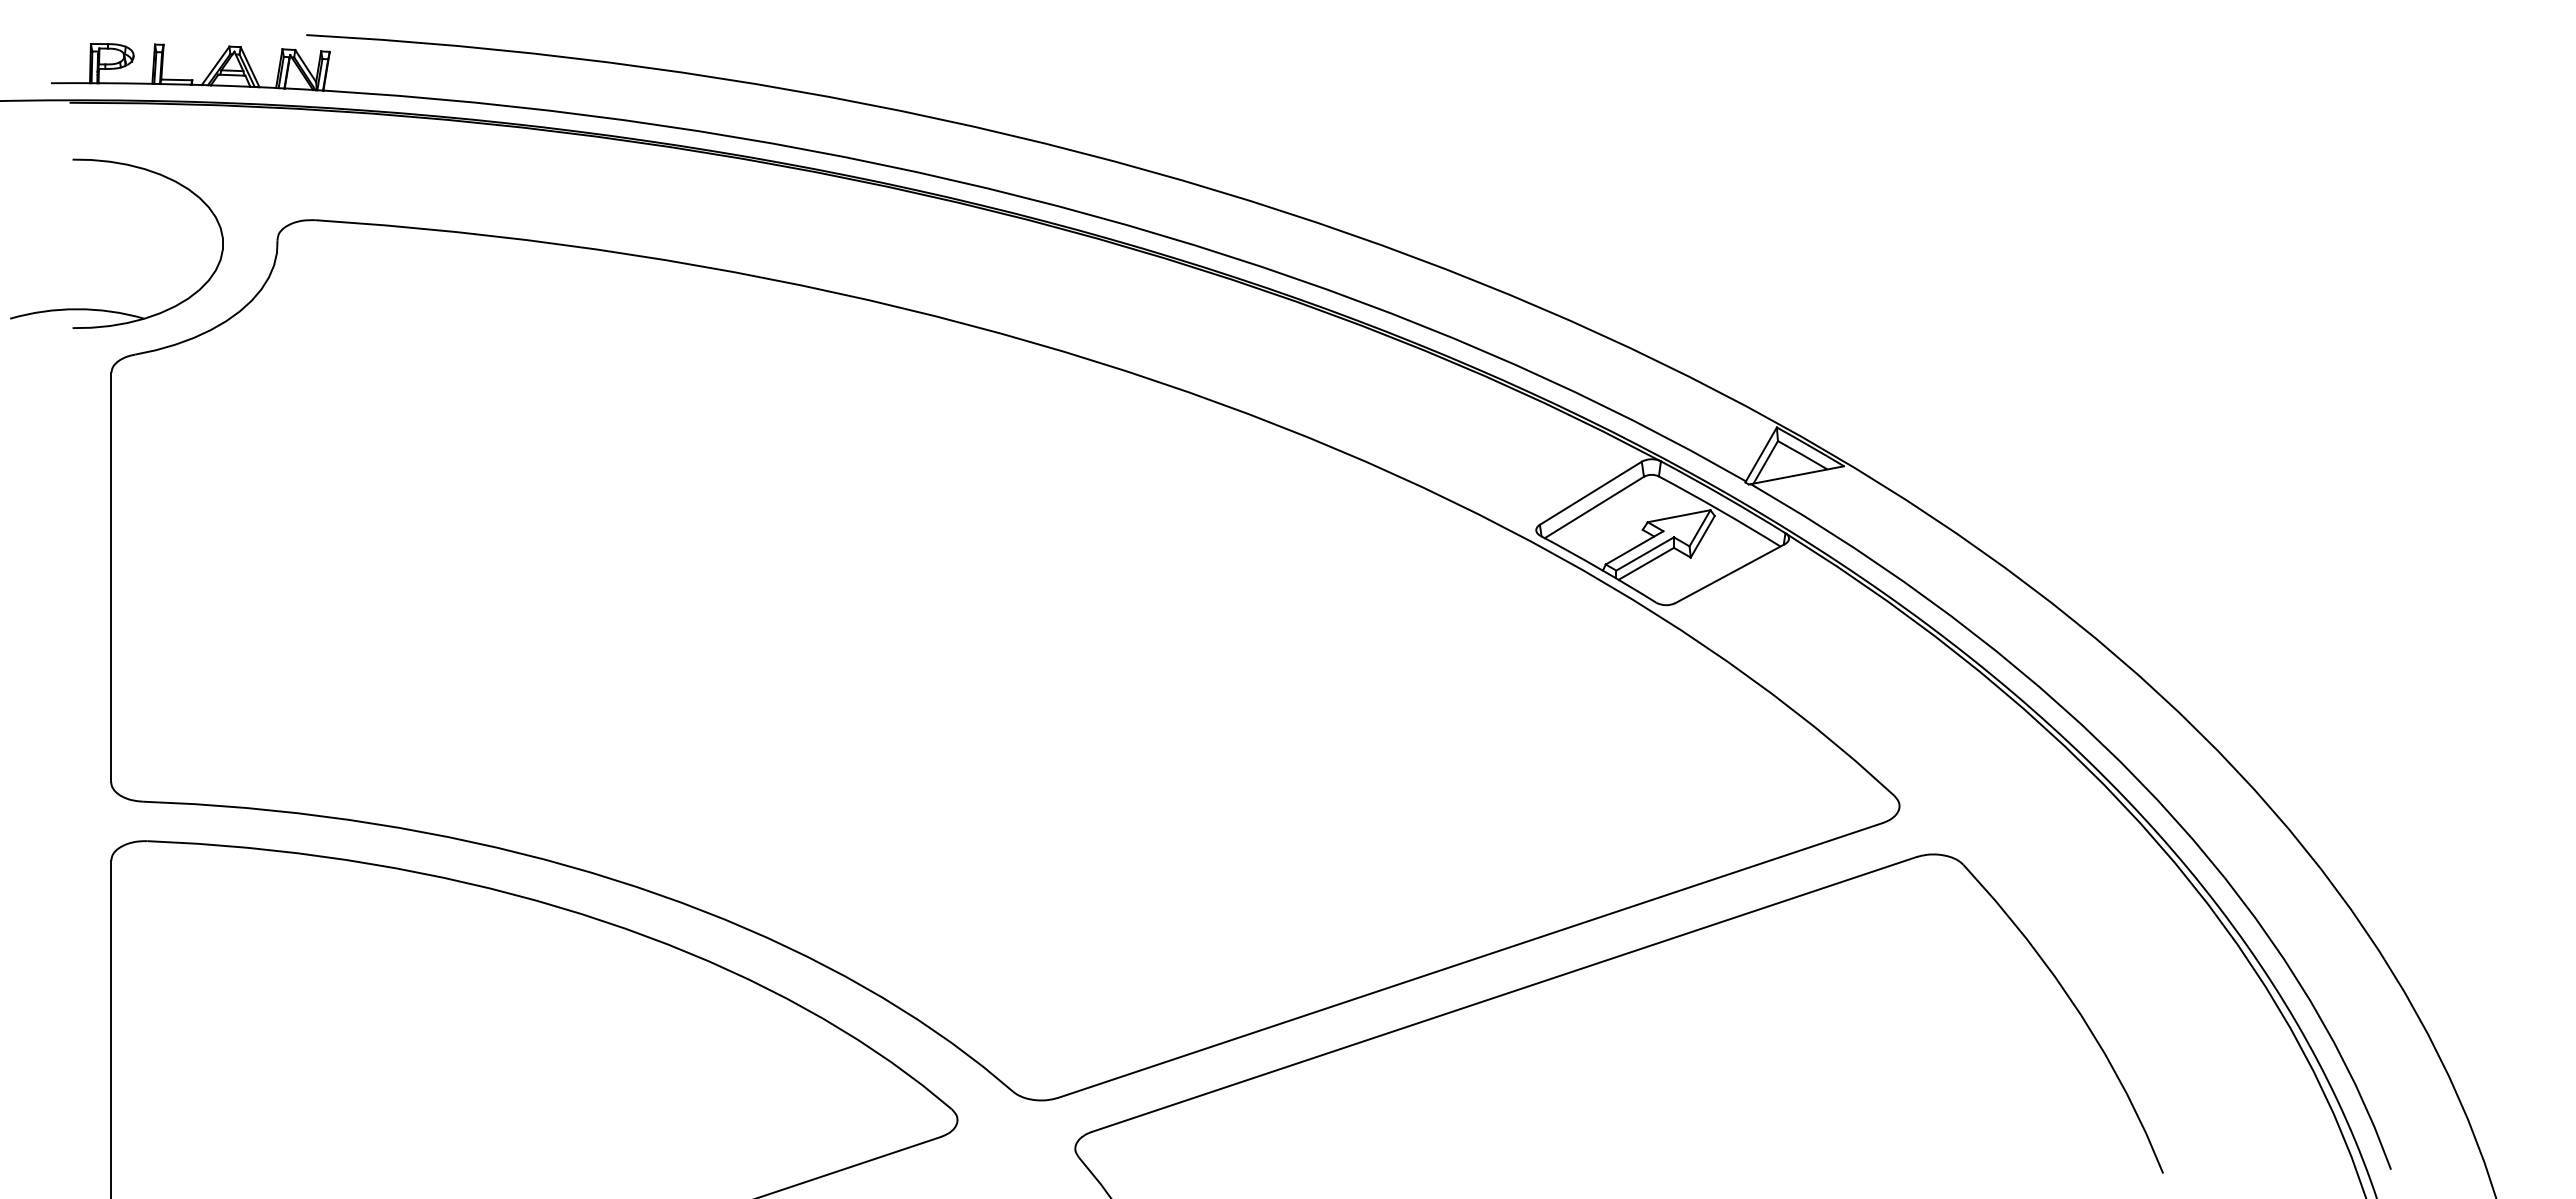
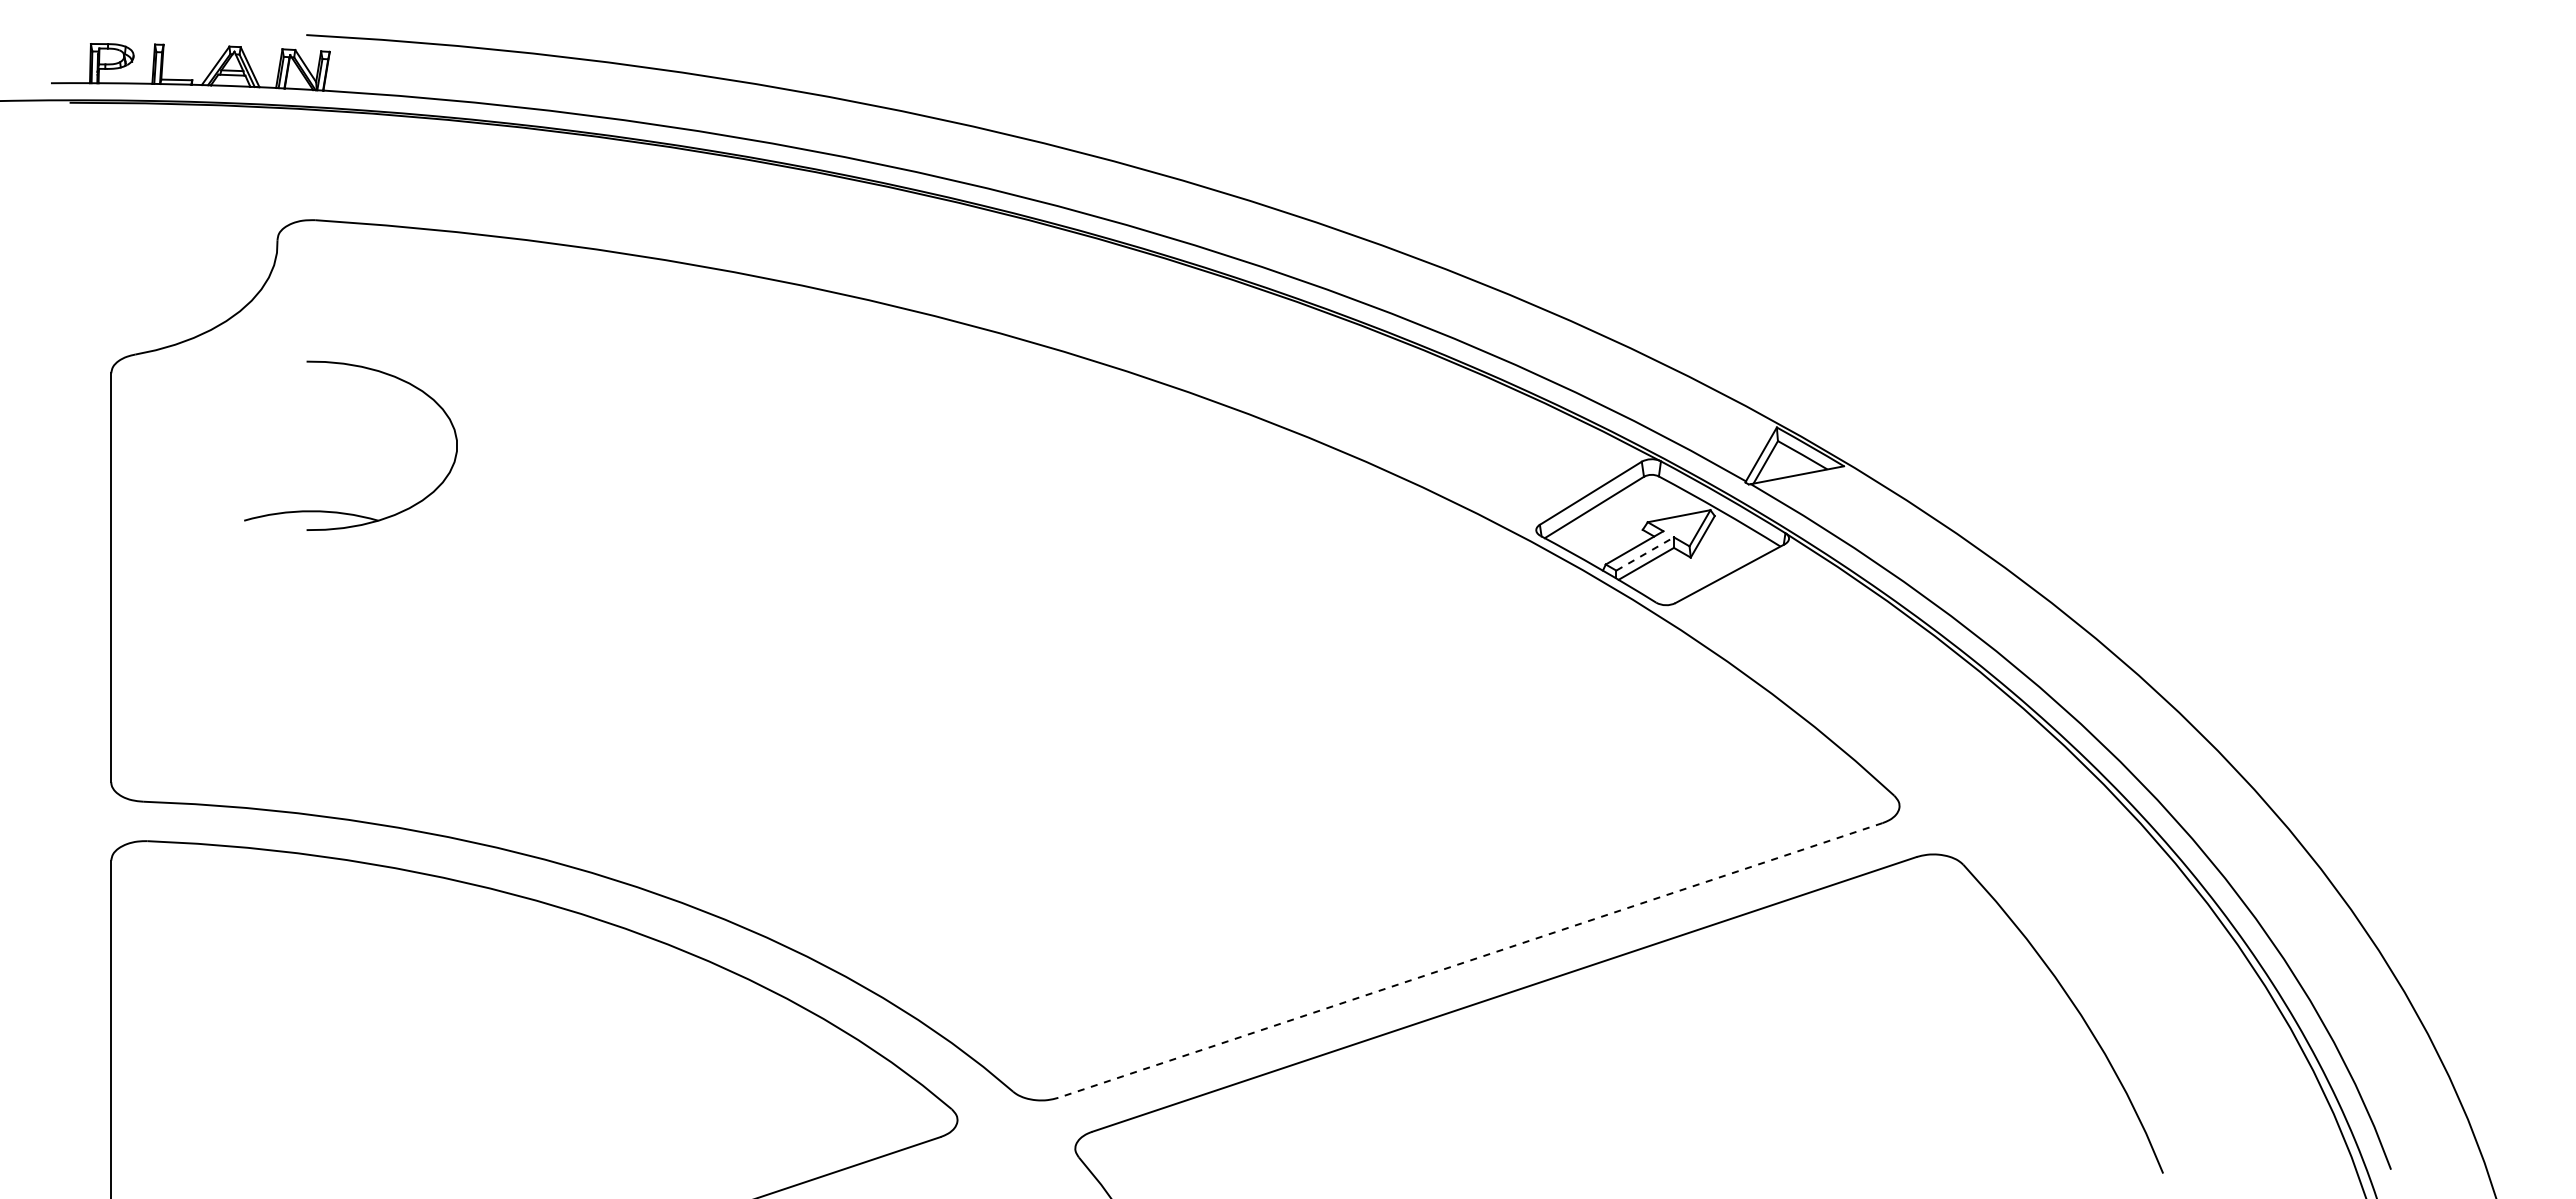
part at (104, 309) position: (104, 309) -> (338, 511)
line at (1645, 553): solid -> dashed
line at (1470, 960): solid -> dashed
